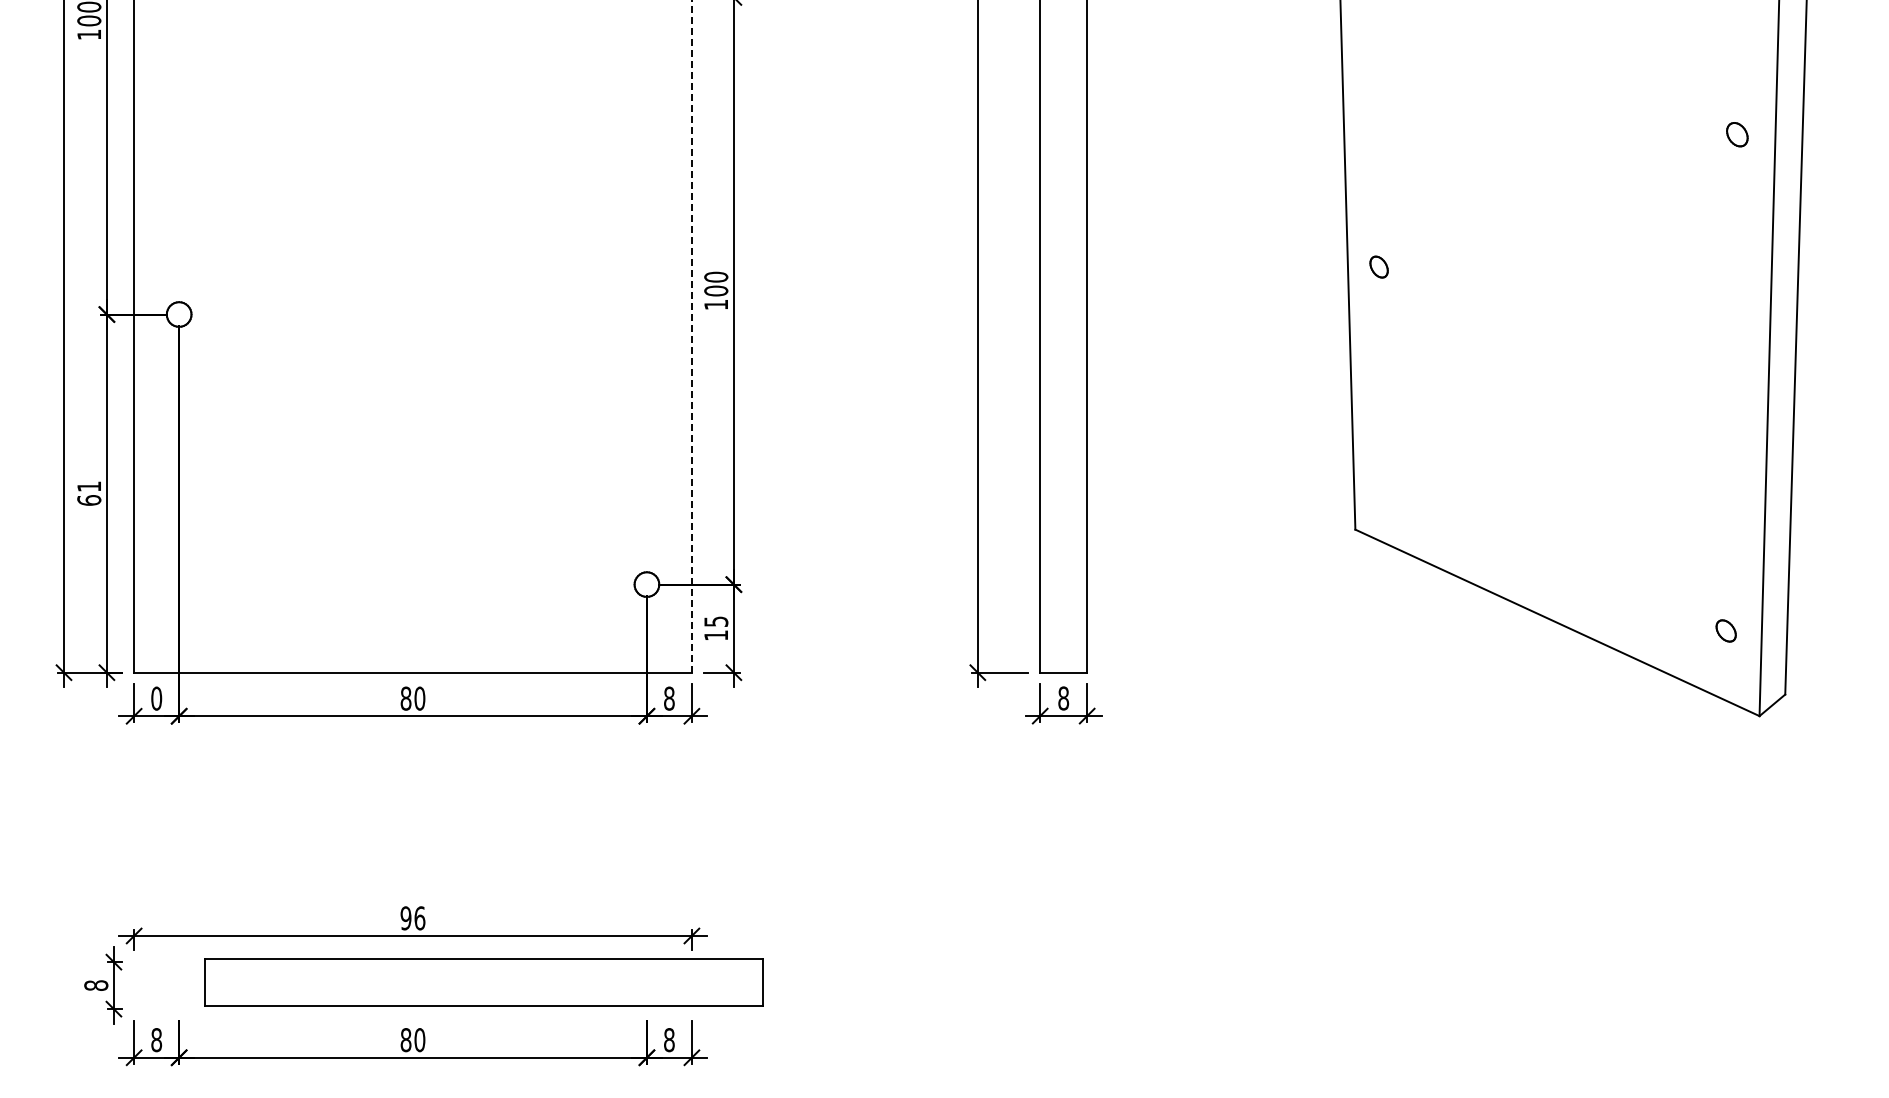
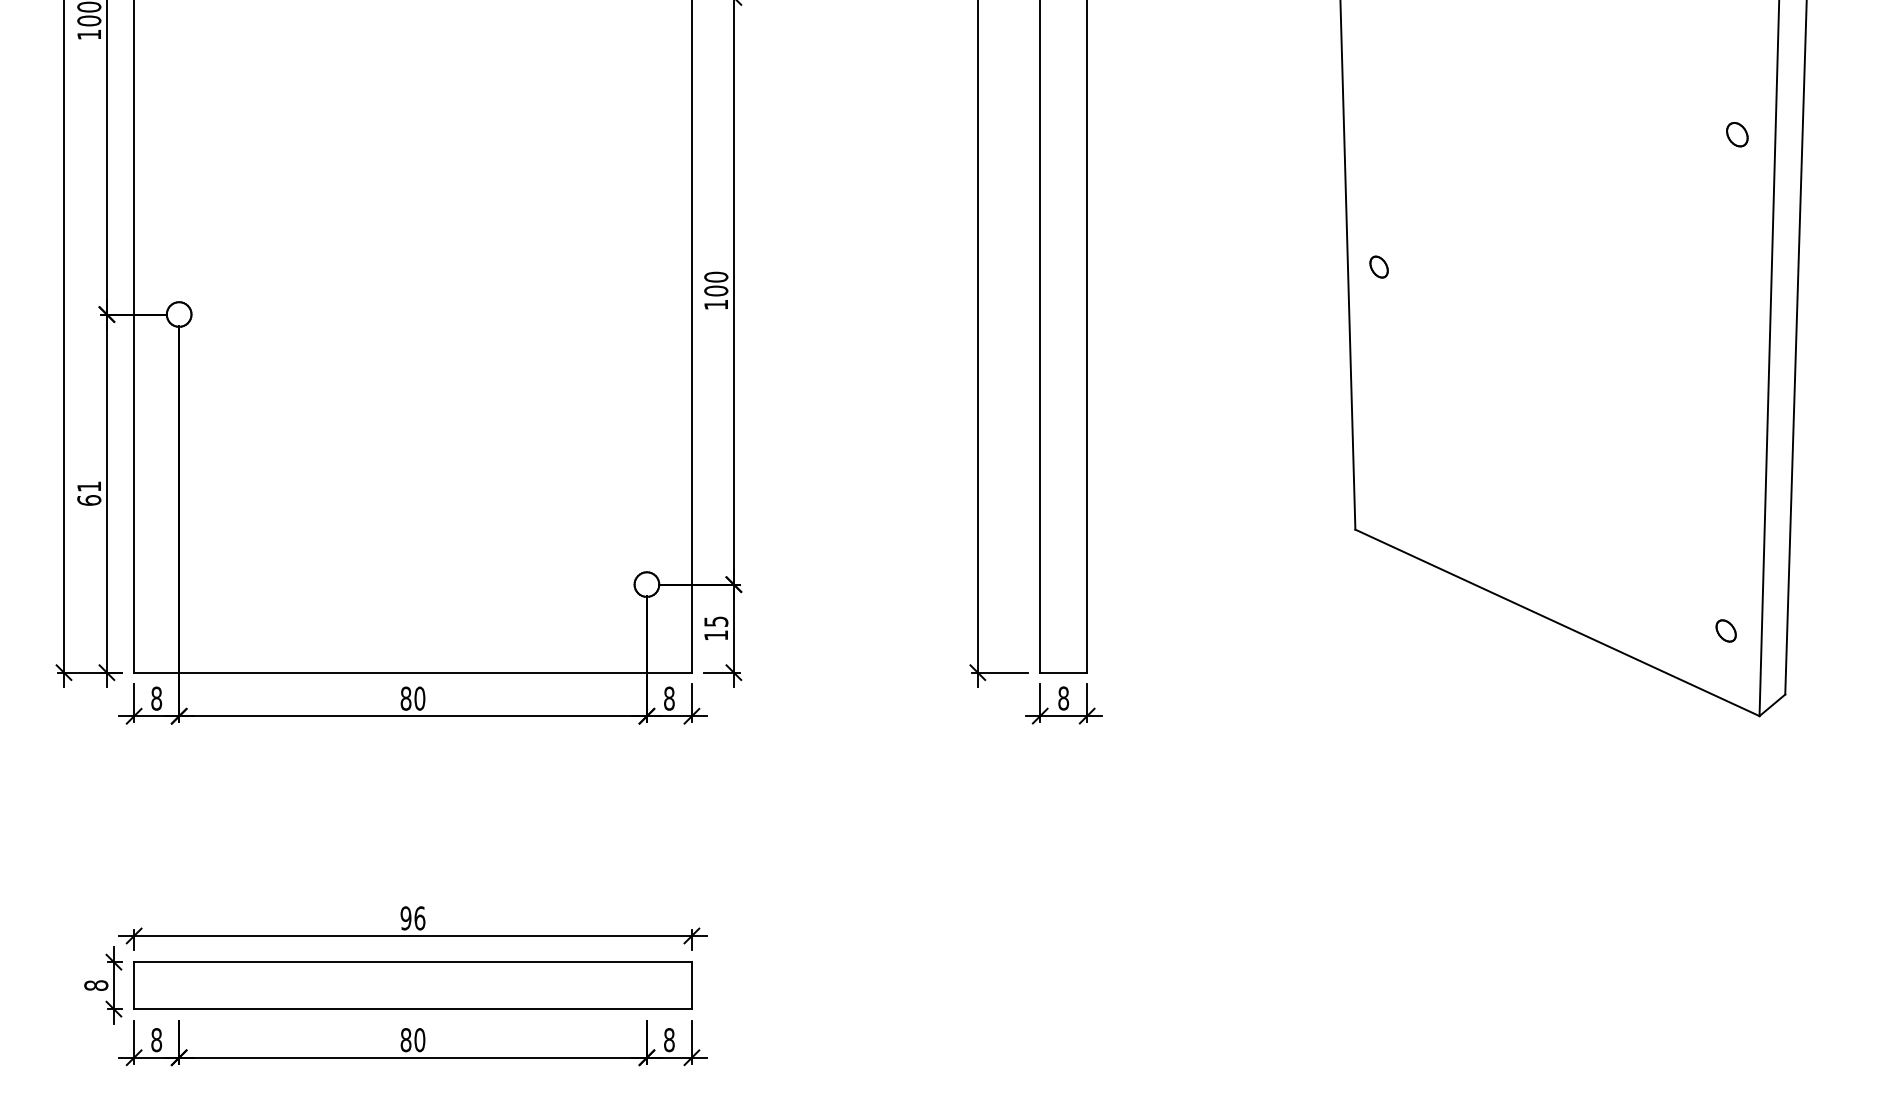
line at (691, 336): dashed -> solid
text at (156, 698): 0 -> 8
part at (483, 982) position: (483, 982) -> (412, 985)
